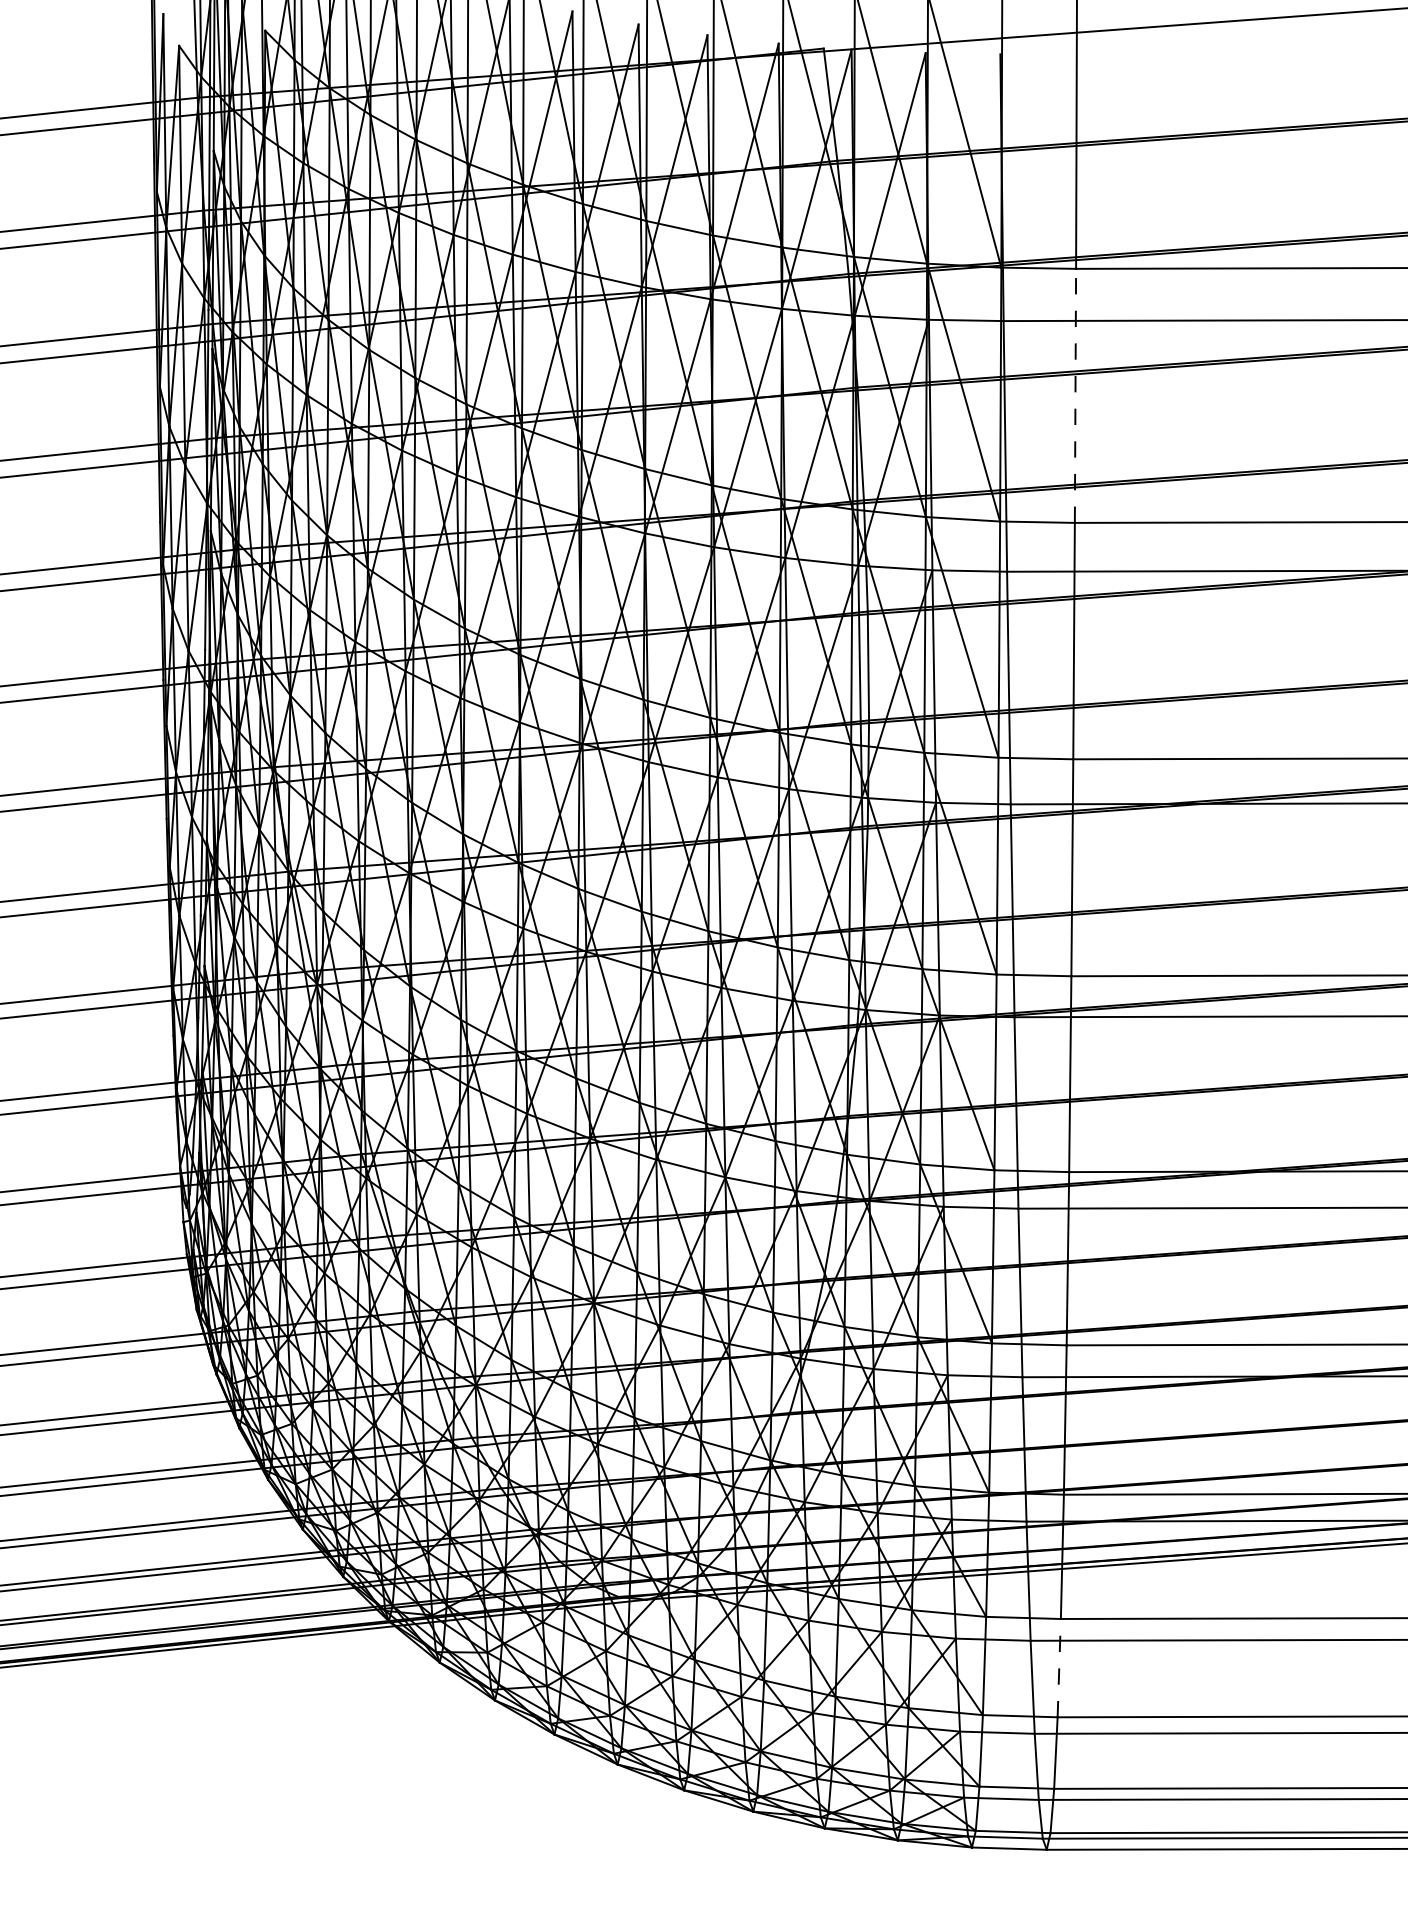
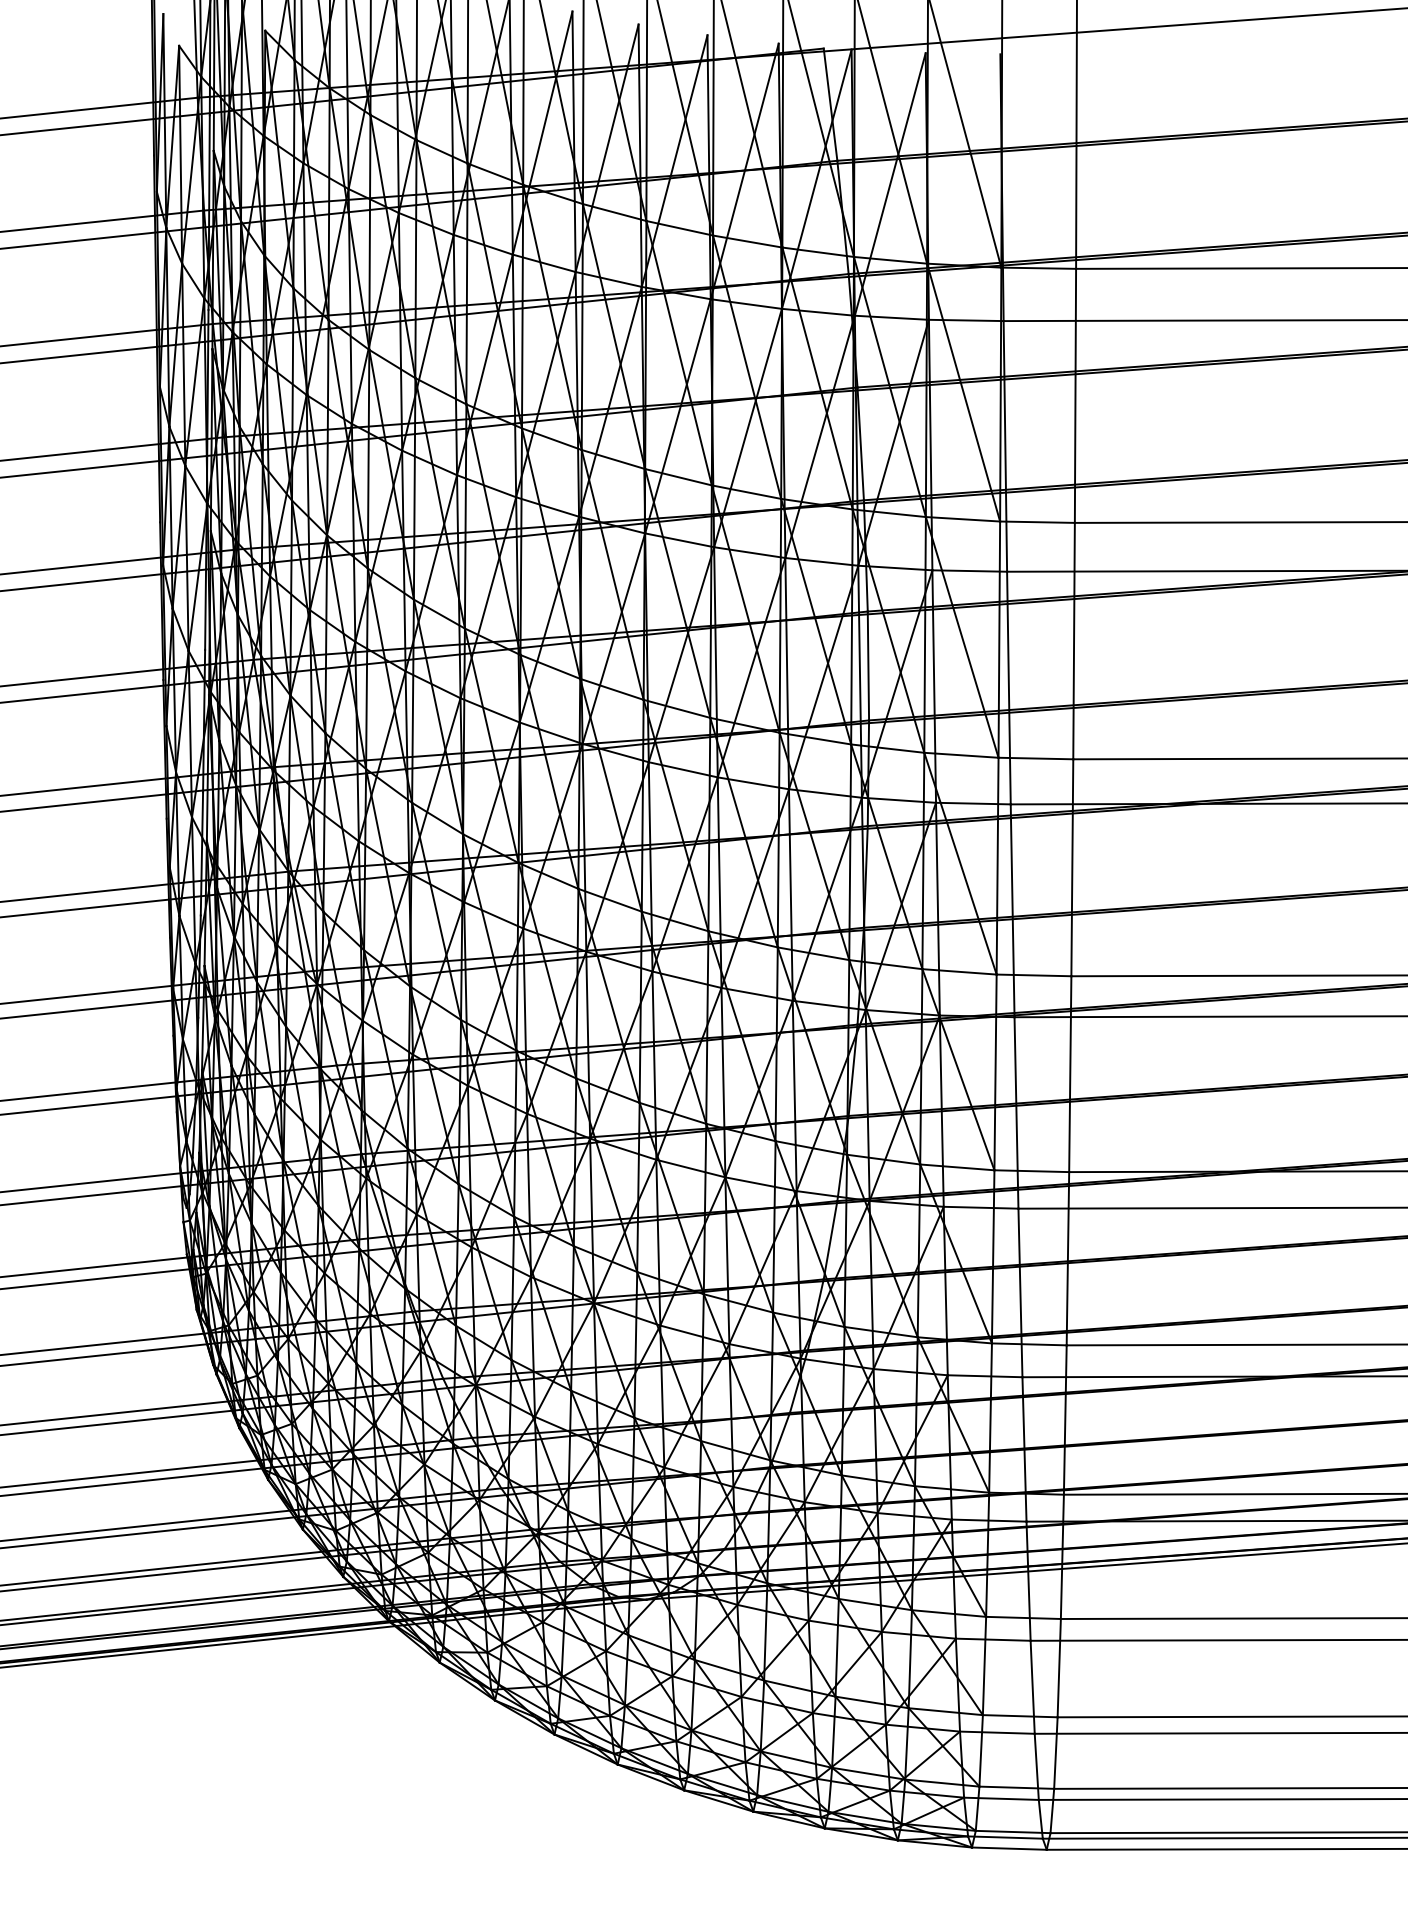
line at (1075, 395): dashed -> solid
line at (1059, 1667): dashed -> solid
